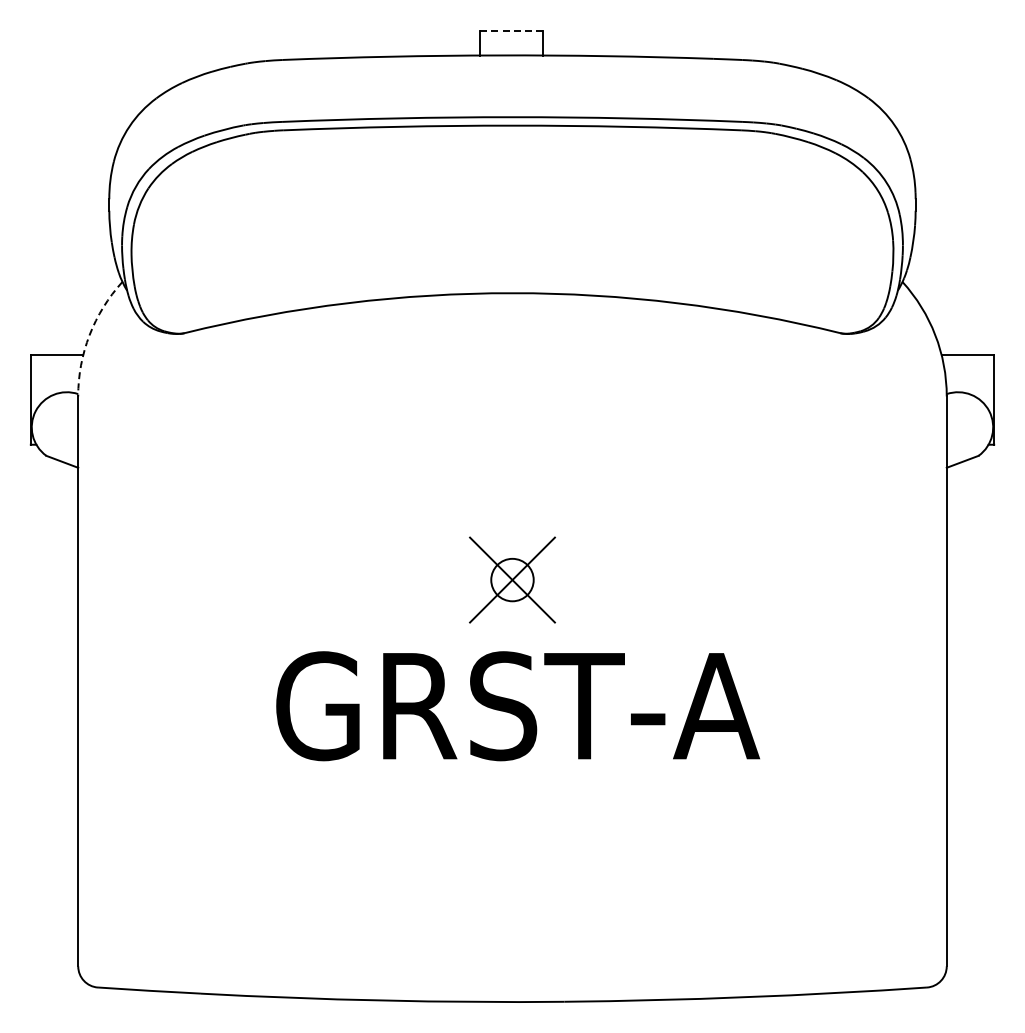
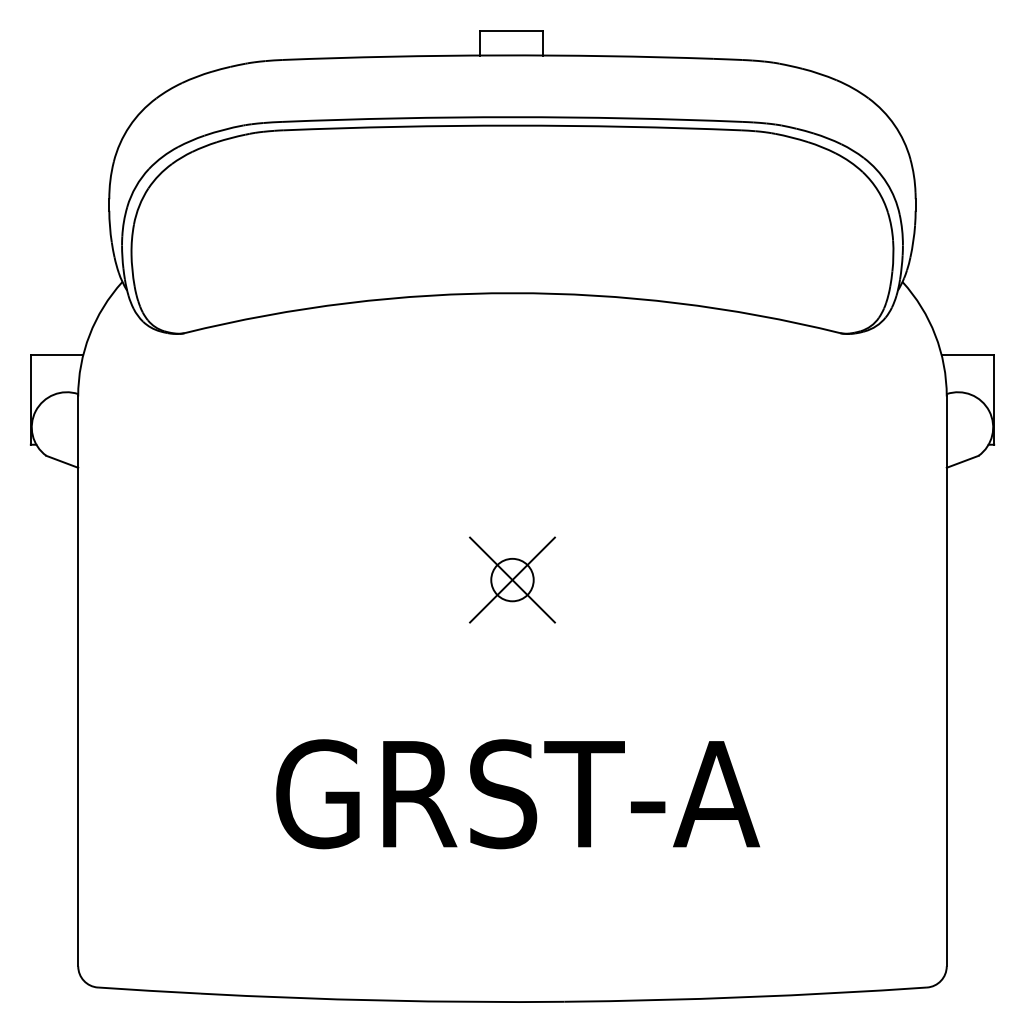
line at (511, 30): dashed -> solid
arc at (89, 335): dashed -> solid
text at (517, 706) position: (517, 706) -> (517, 794)
